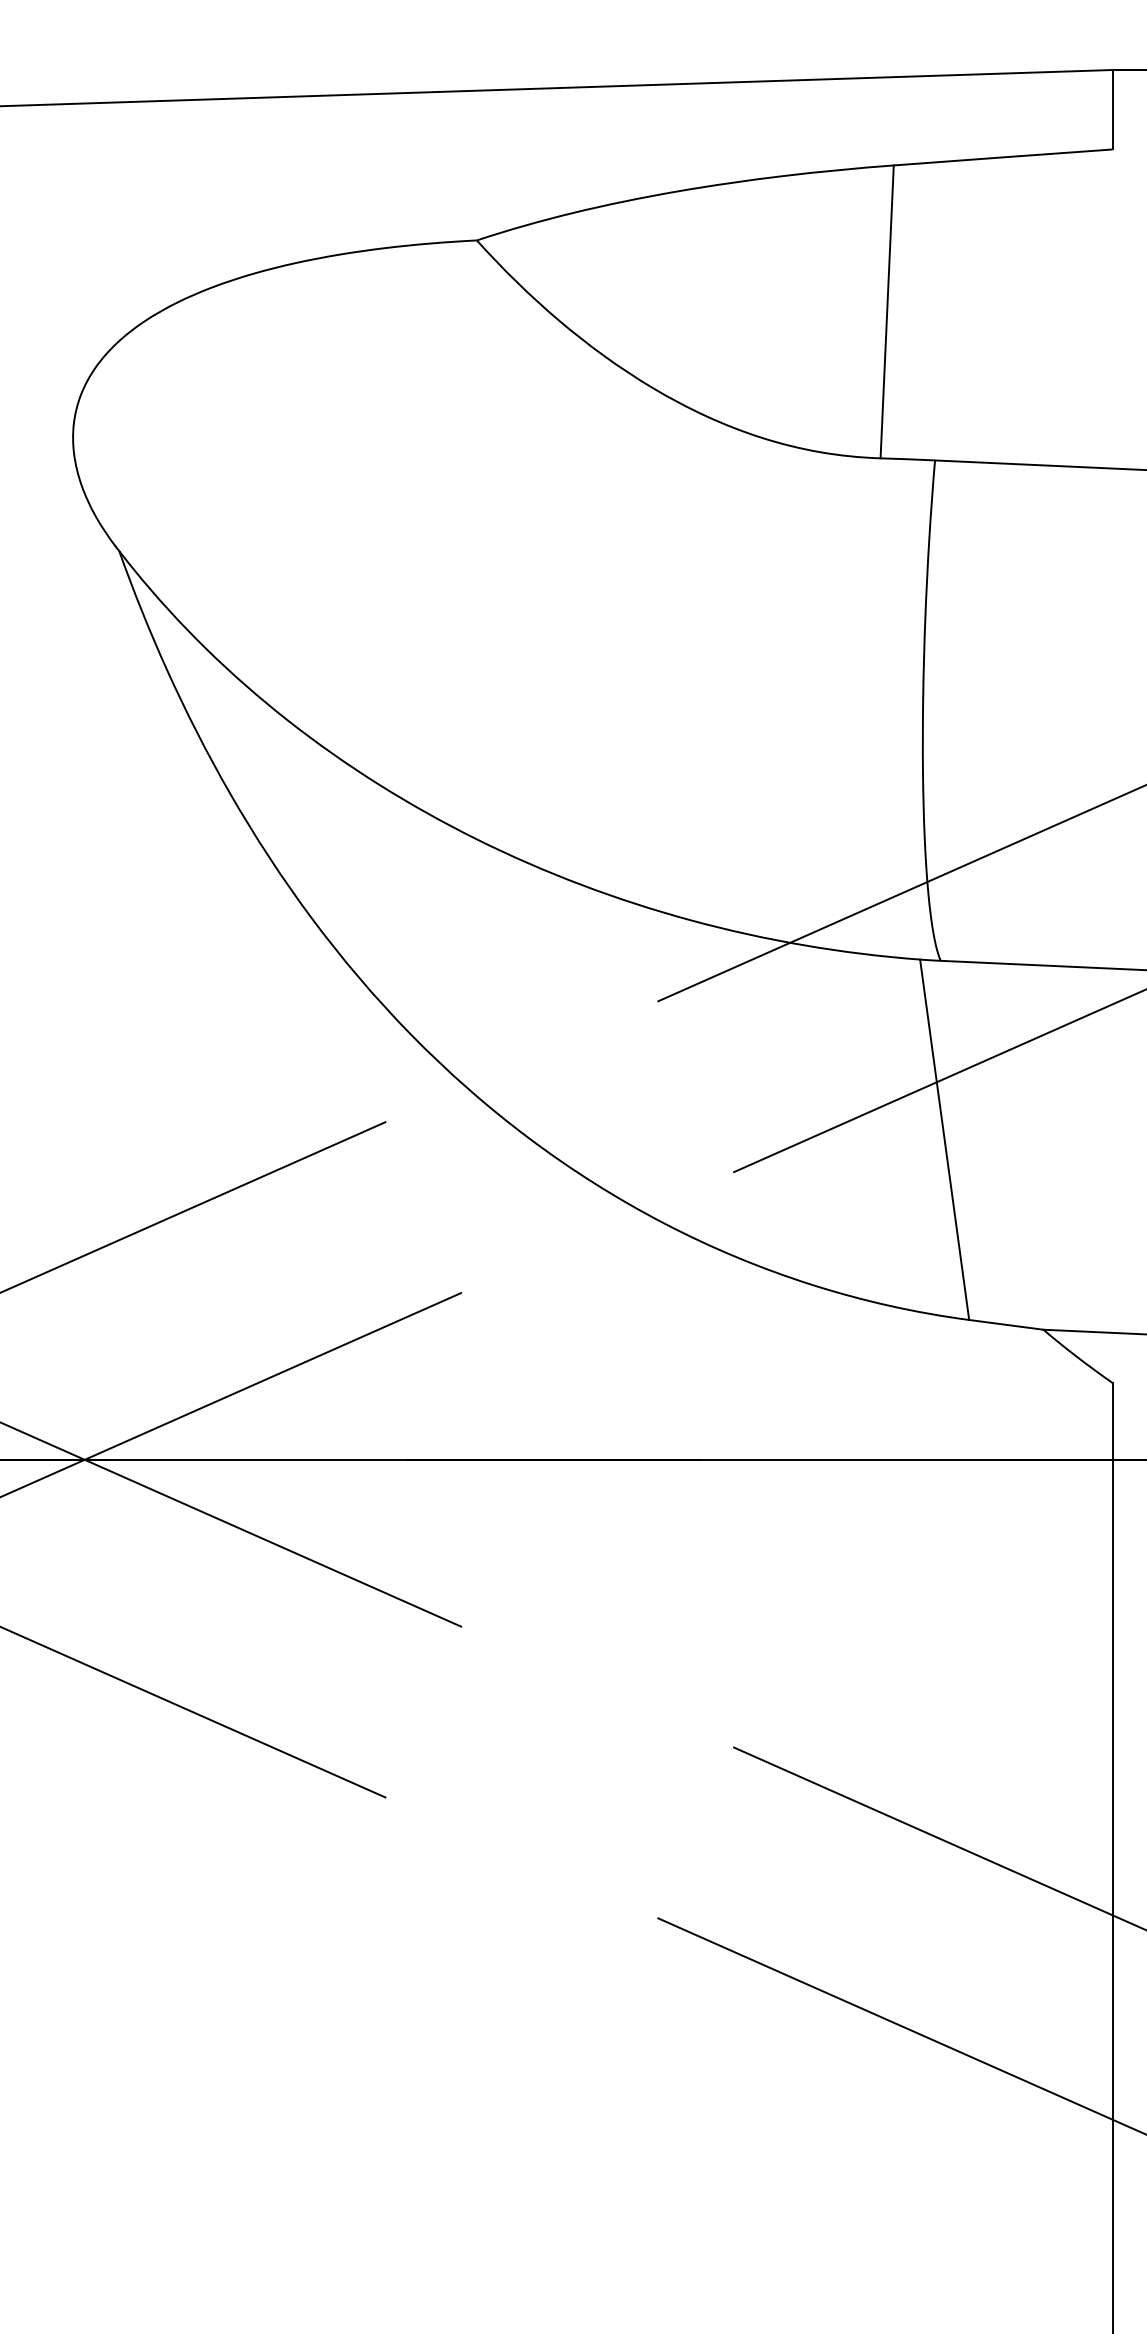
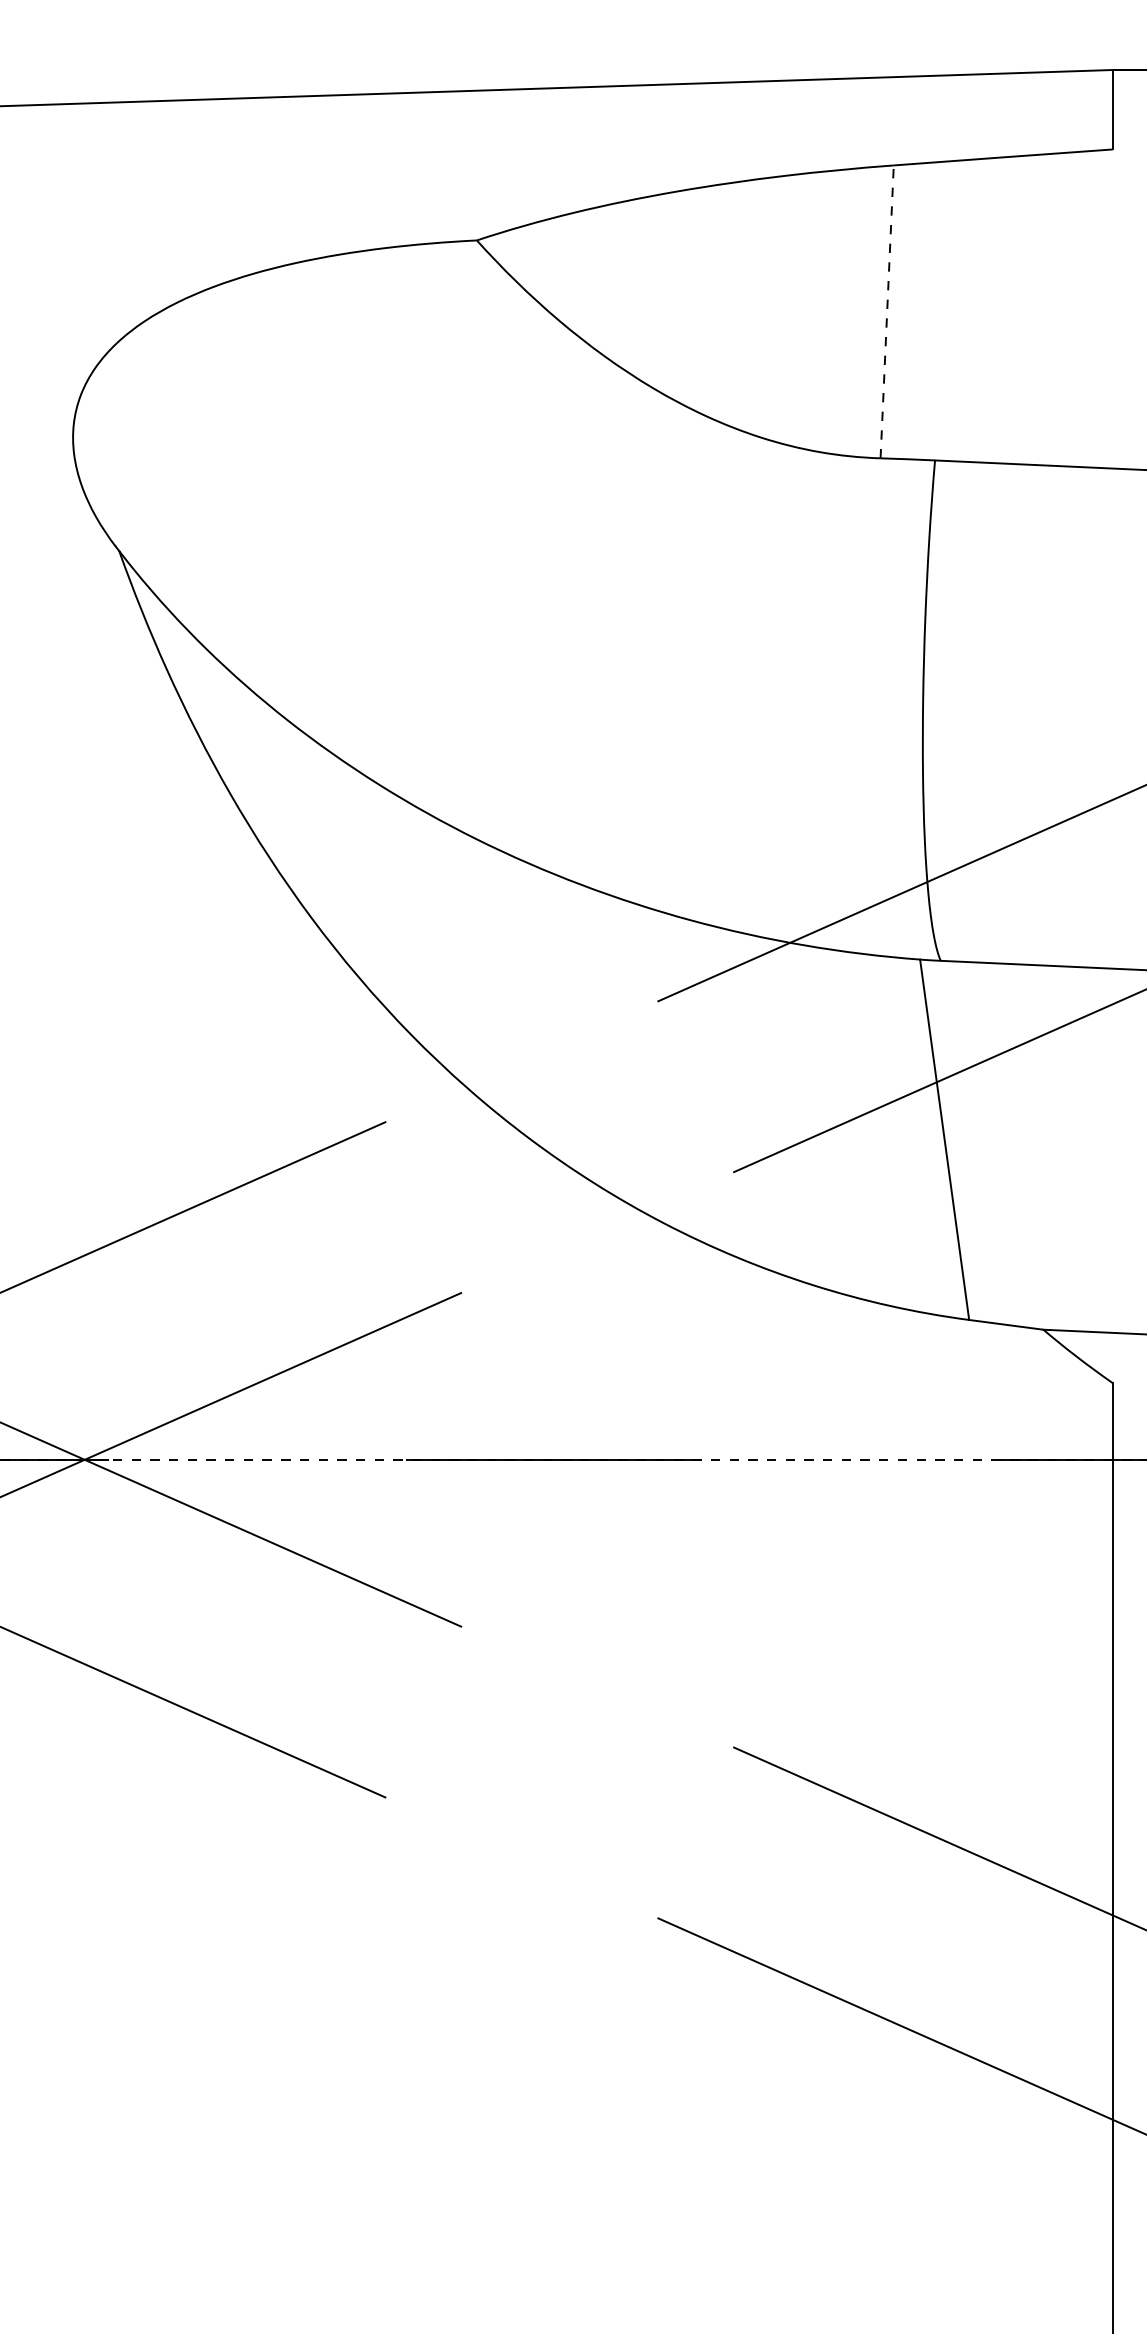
line at (887, 311): solid -> dashed
line at (573, 1459): solid -> dashed
